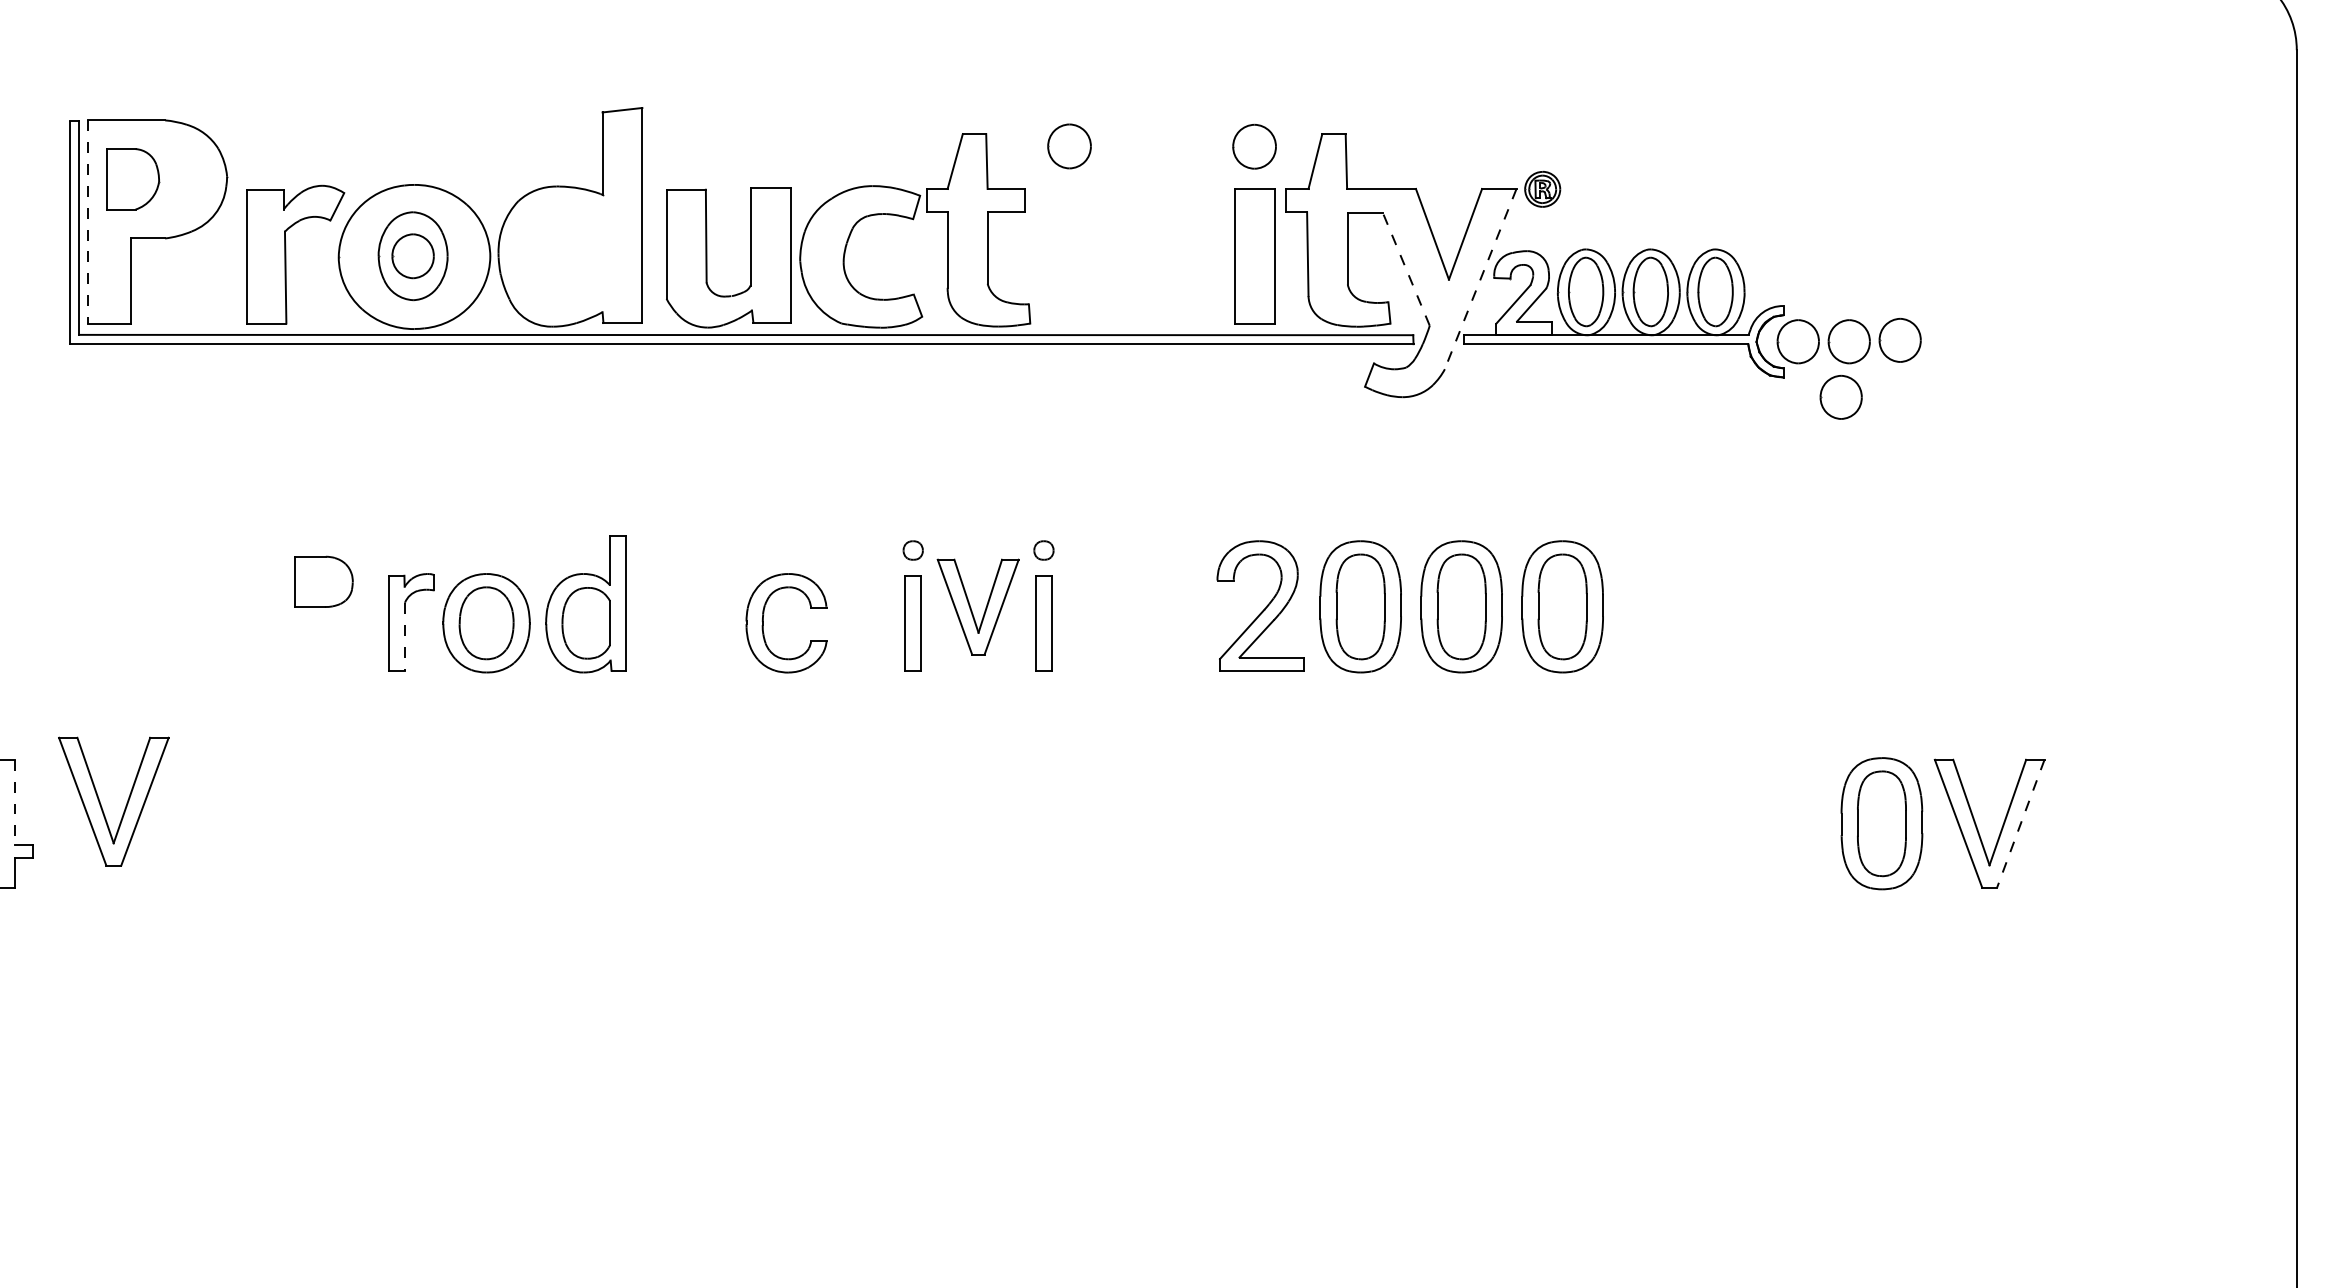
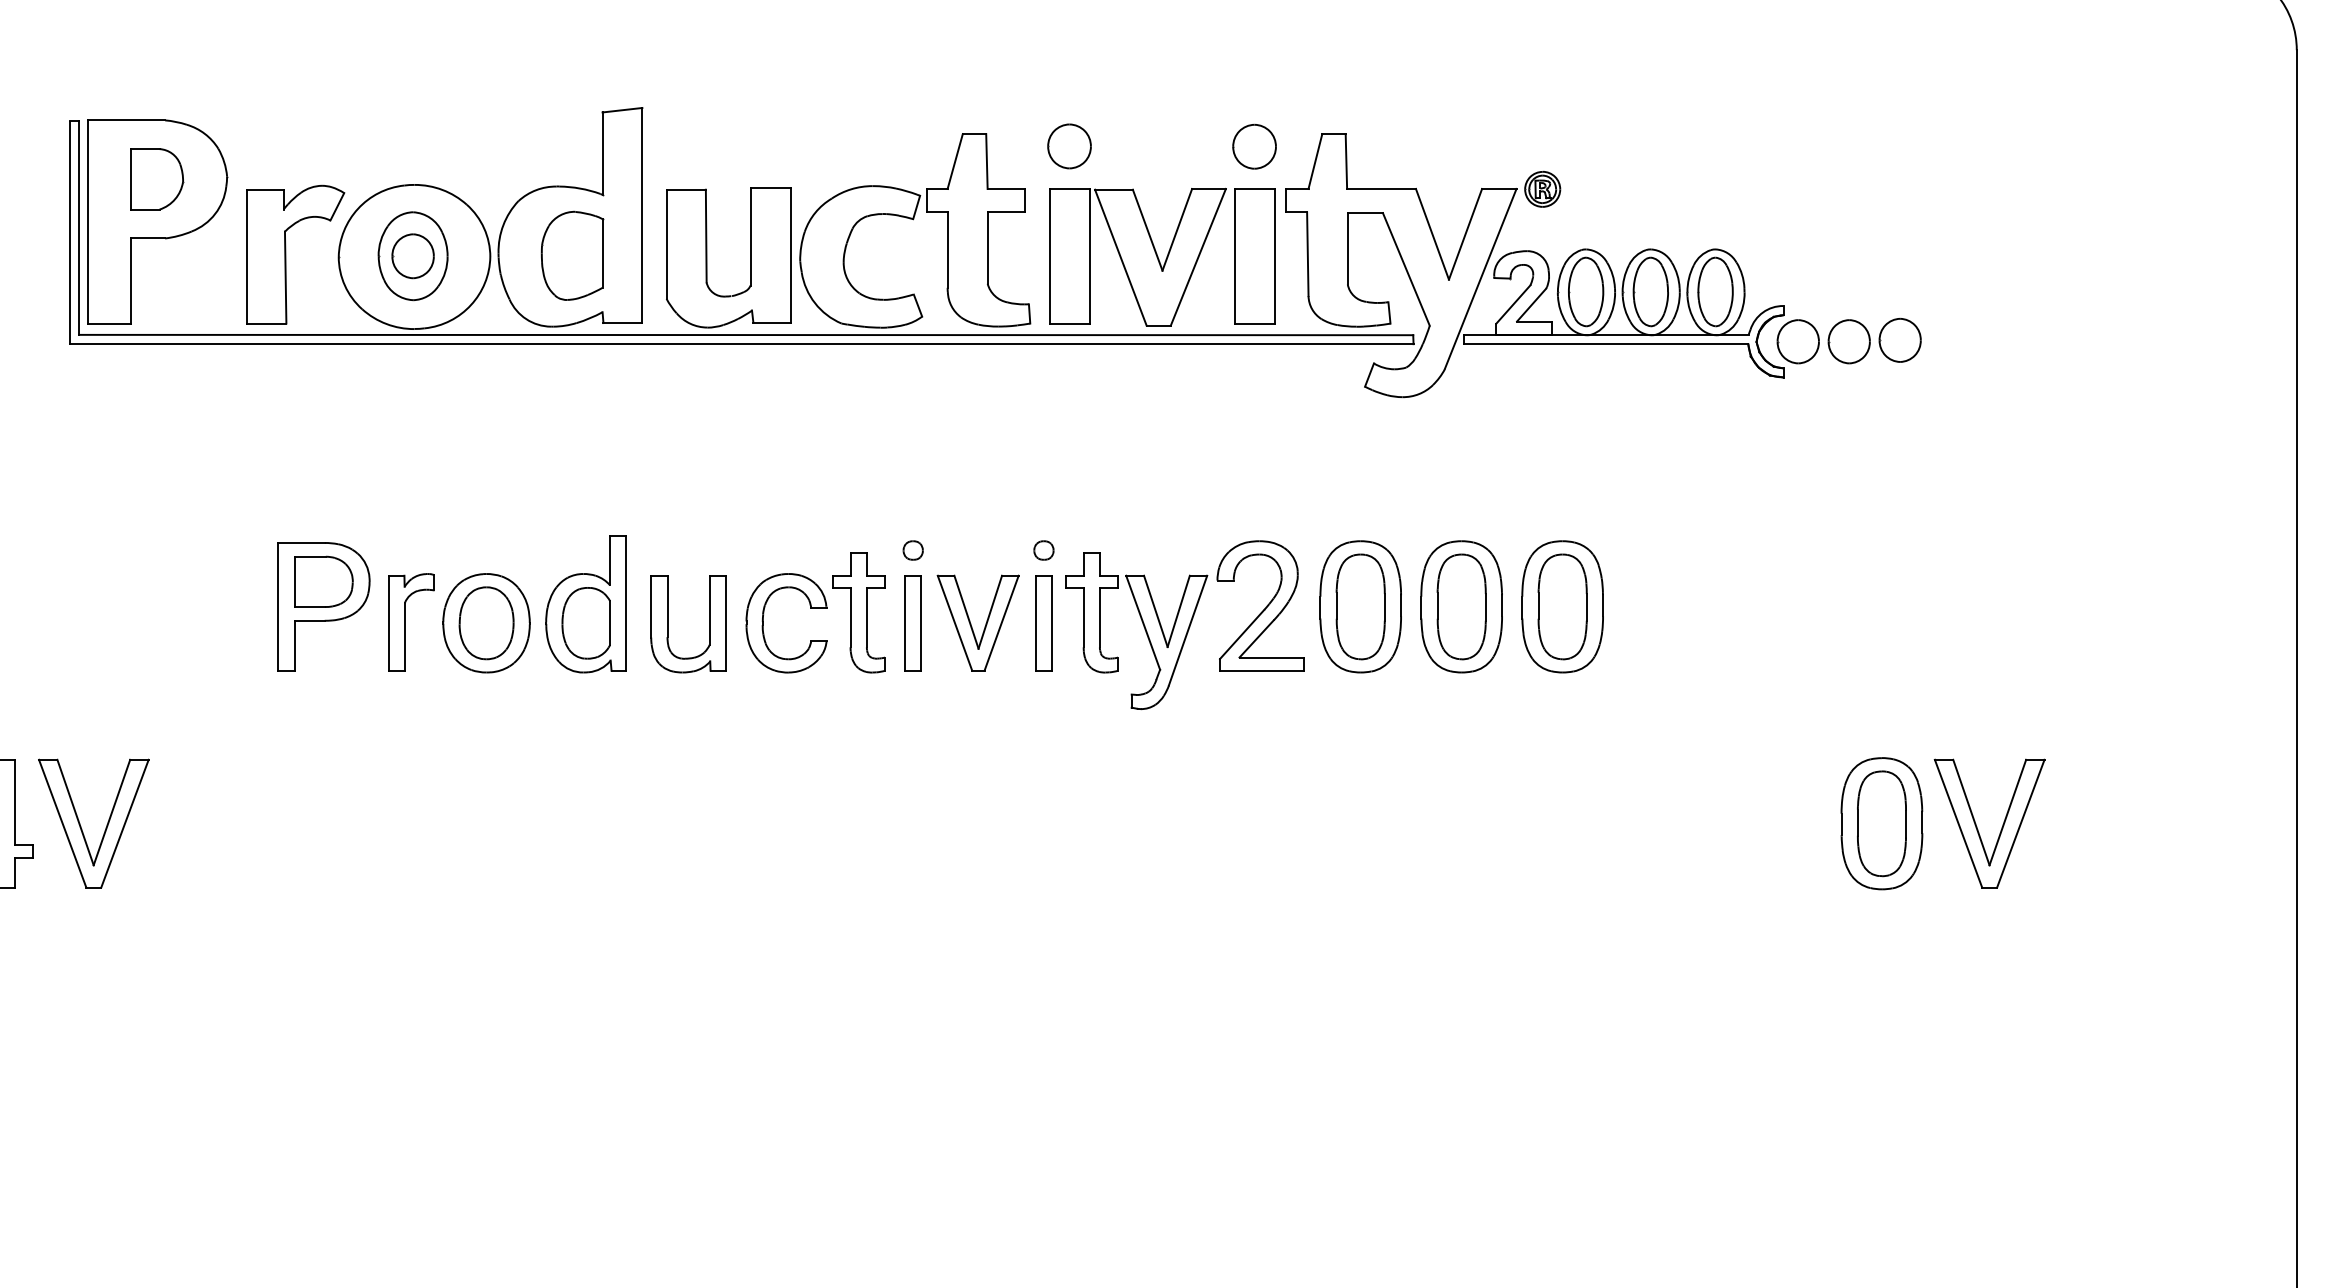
part at (133, 179) position: (133, 179) -> (157, 179)
line at (88, 221): dashed -> solid
part at (572, 255): none -> present
part at (1137, 257): none -> present
line at (1406, 269): dashed -> solid
line at (1480, 278): dashed -> solid
part at (1840, 396): present -> none
part at (323, 606): none -> present
part at (971, 607) position: (971, 607) -> (971, 623)
part at (858, 612): none -> present
part at (668, 624): none -> present
part at (1143, 627): none -> present
line at (404, 637): dashed -> solid
line at (14, 802): dashed -> solid
part at (101, 804) position: (101, 804) -> (81, 826)
line at (2020, 824): dashed -> solid
